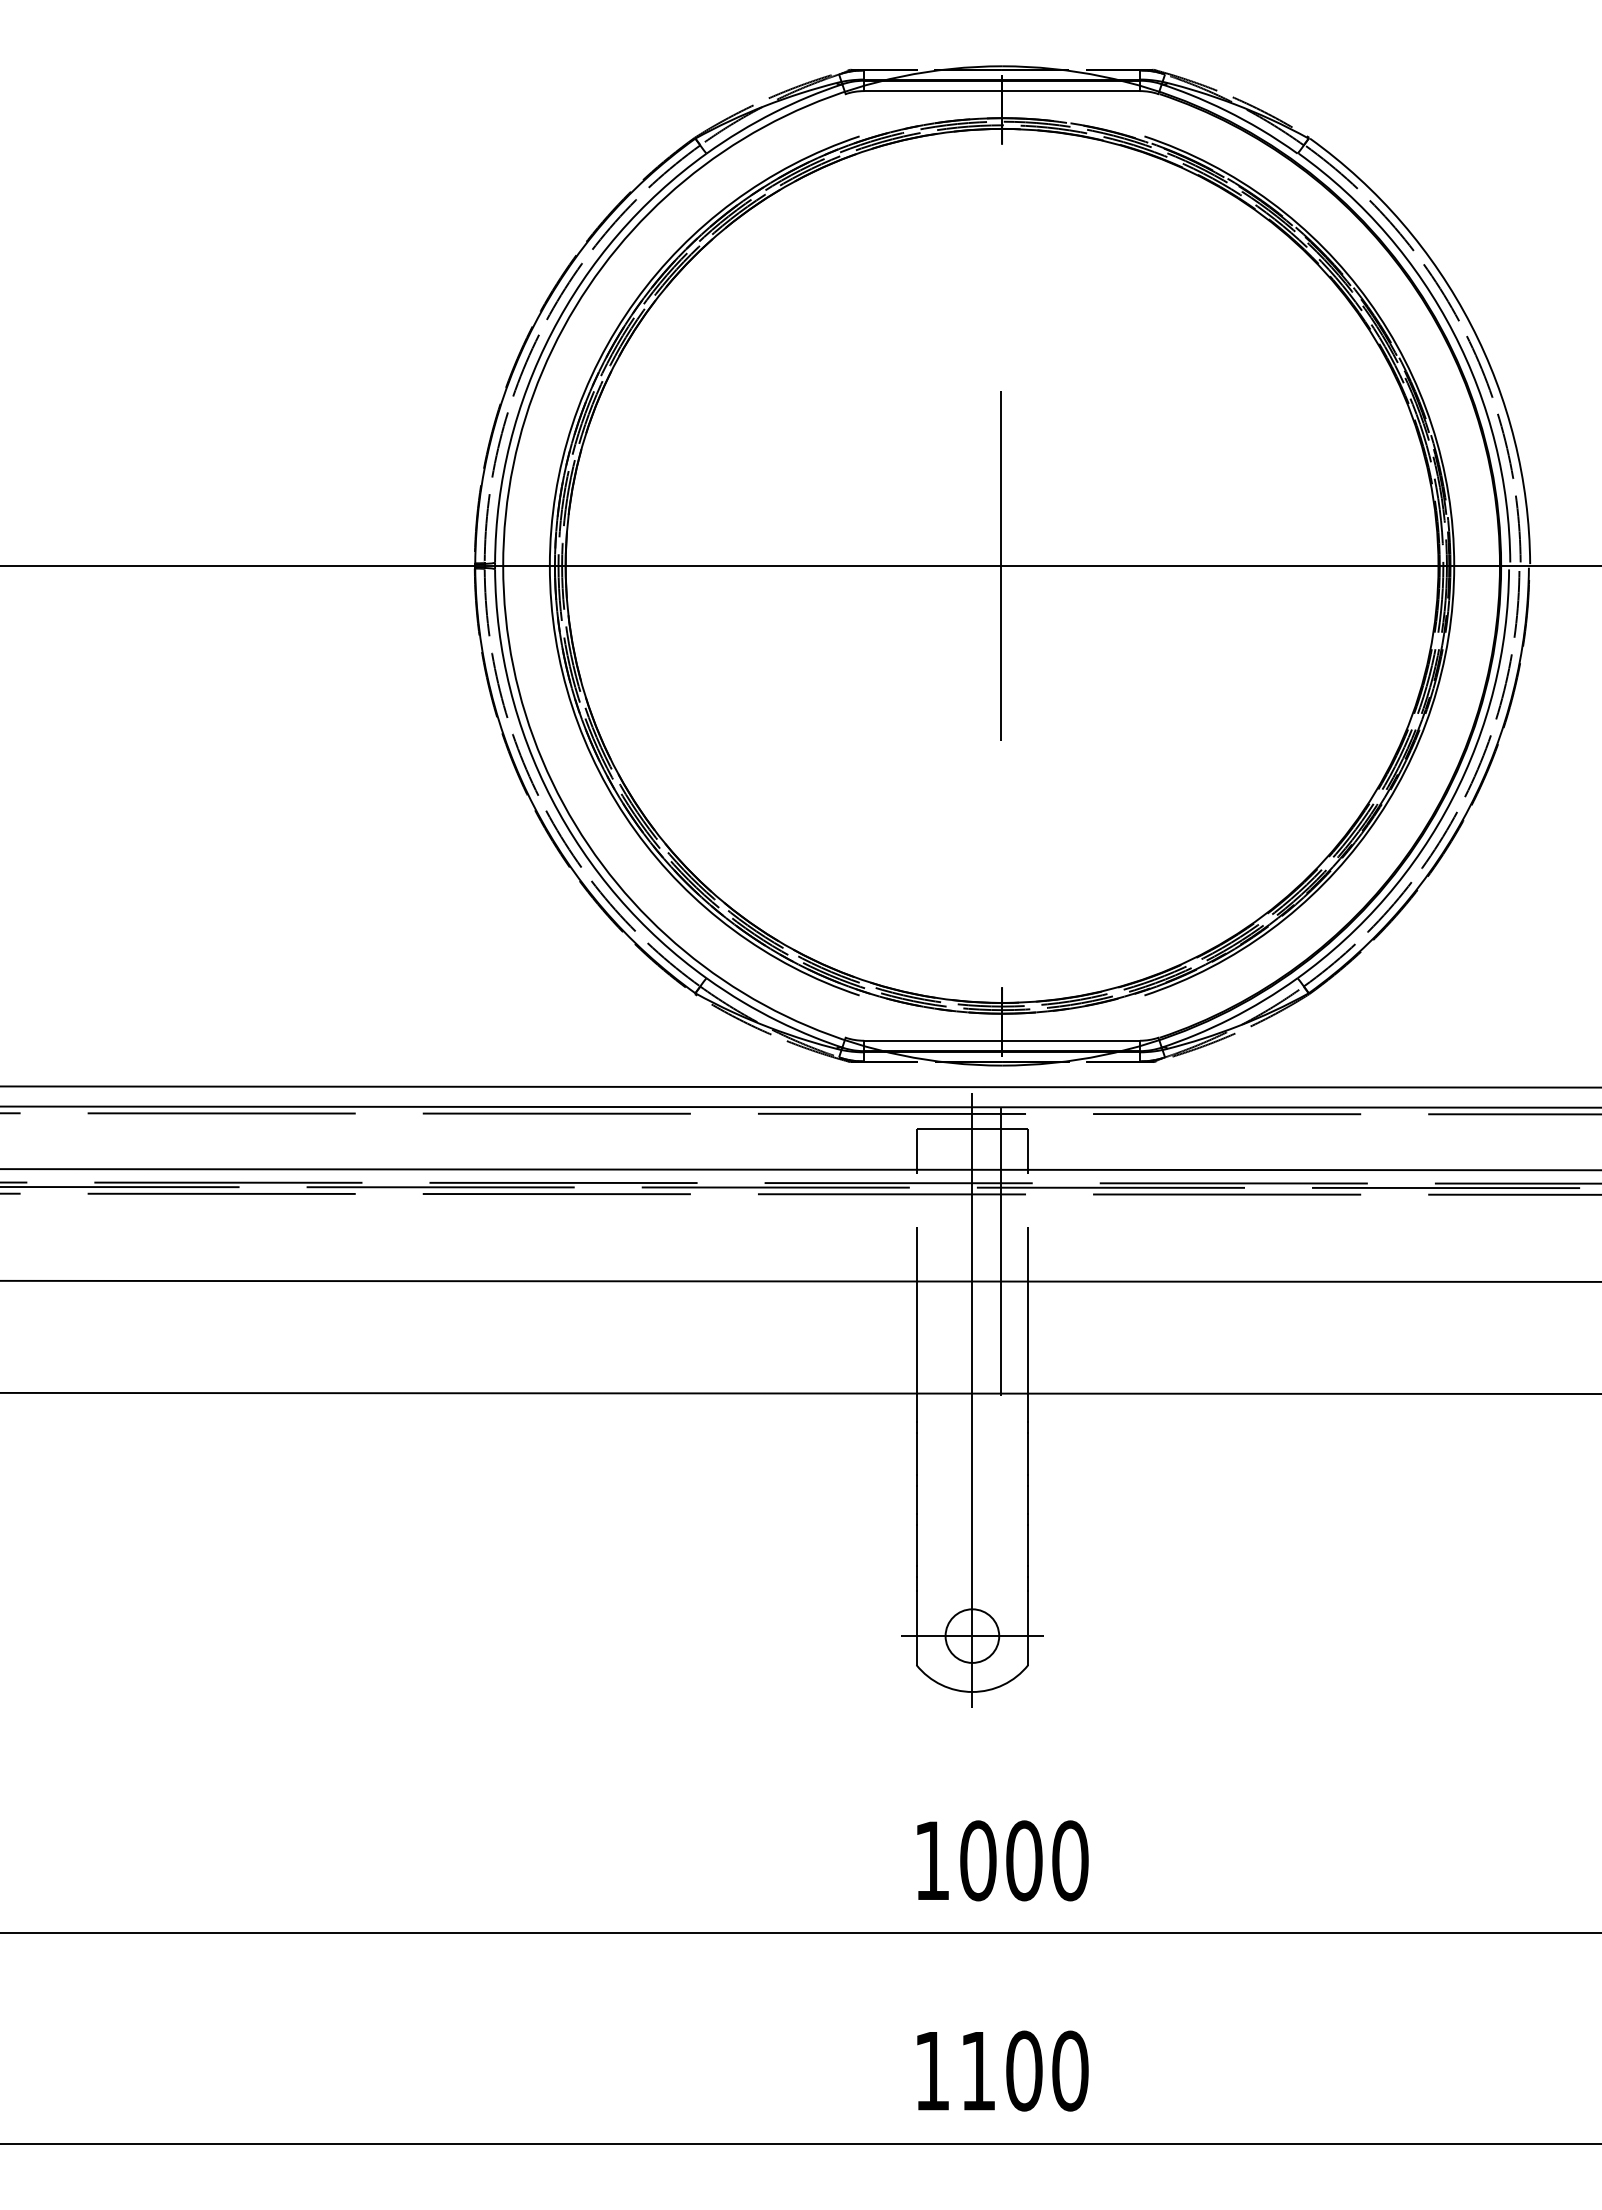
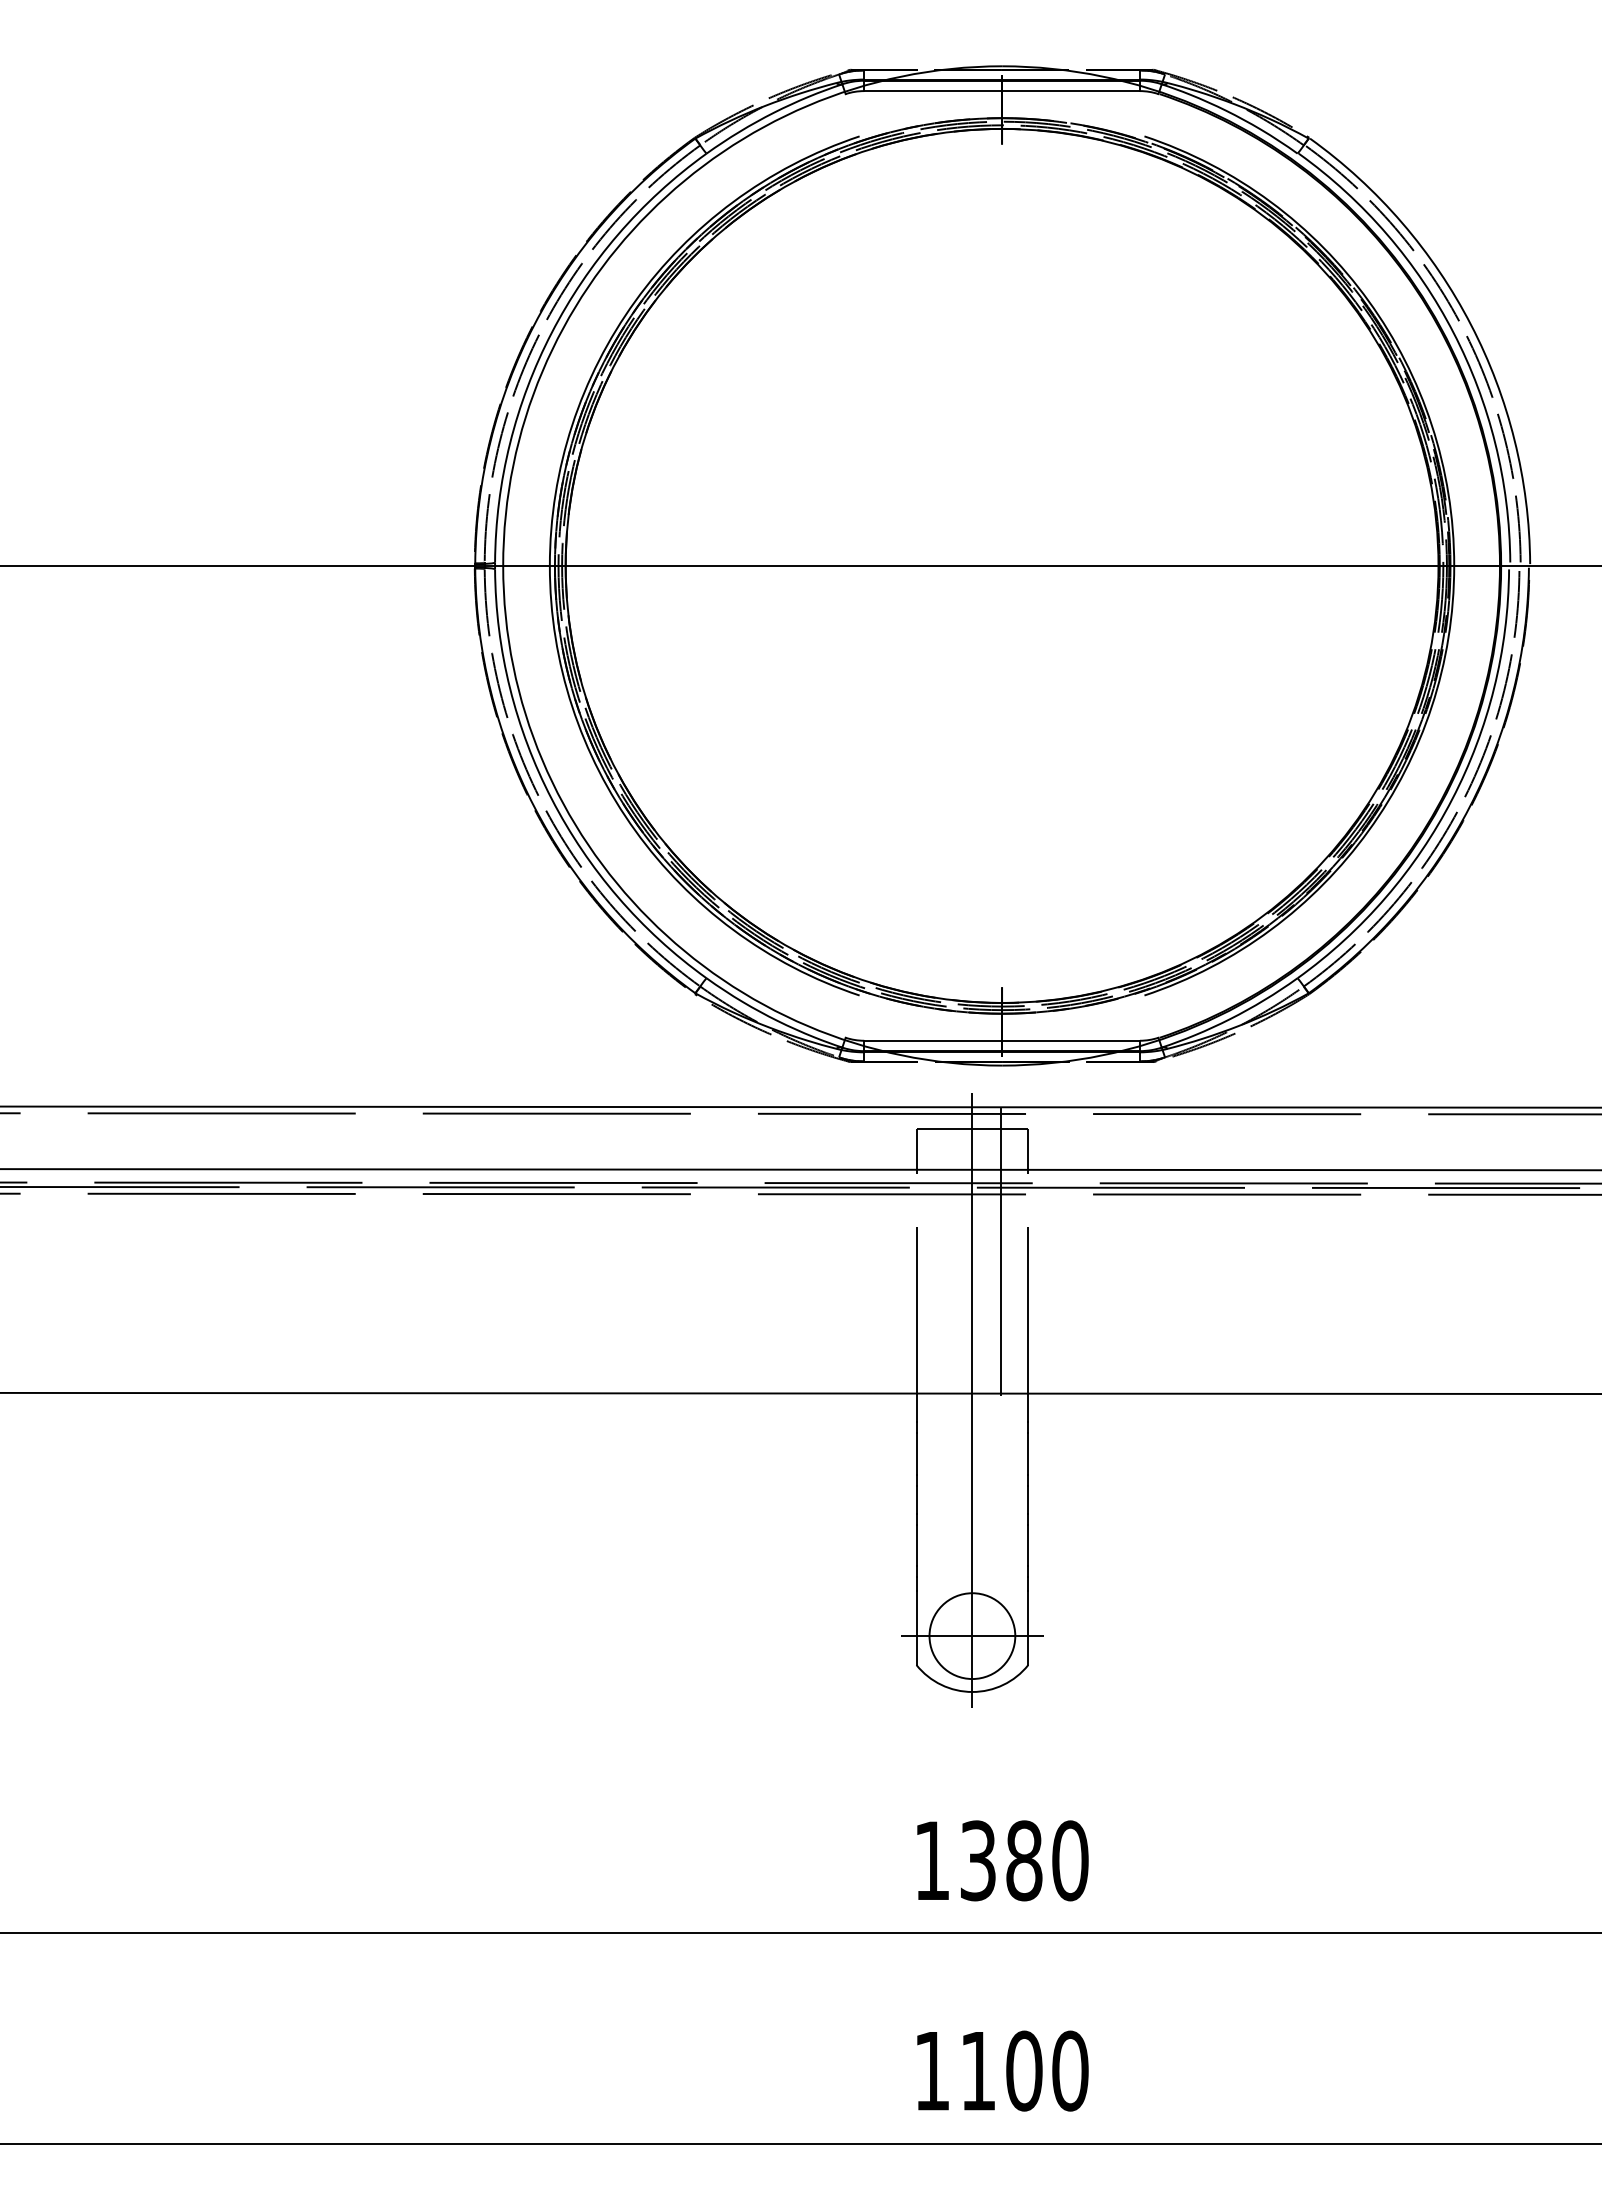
line at (1001, 565): present -> none
line at (800, 1086): present -> none
line at (800, 1280): present -> none
circle at (972, 1635) diameter: 54 px -> 86 px
text at (1001, 1860): 1000 -> 1380
